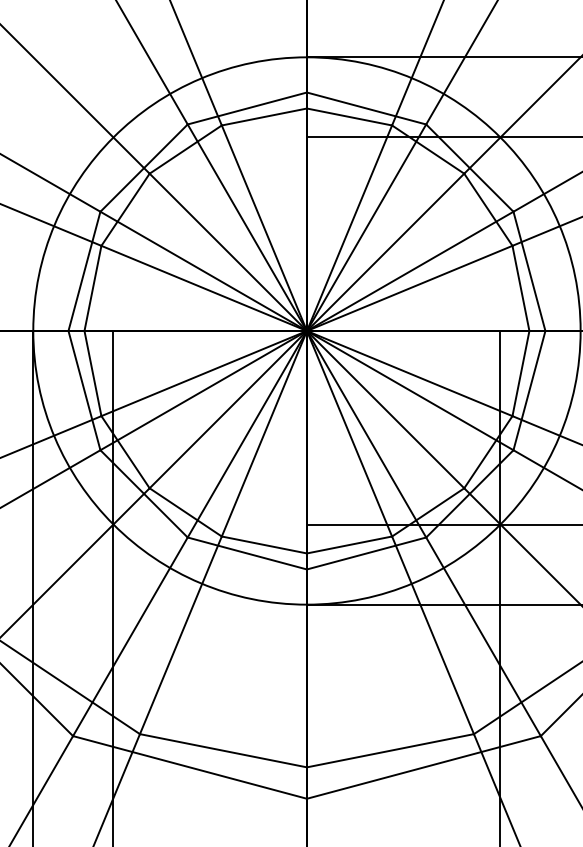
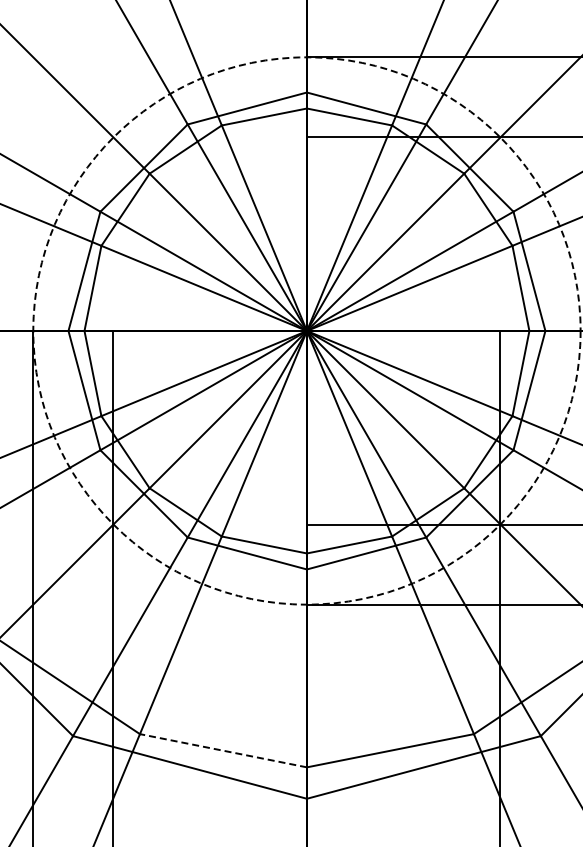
circle at (306, 330): solid -> dashed
line at (222, 750): solid -> dashed
